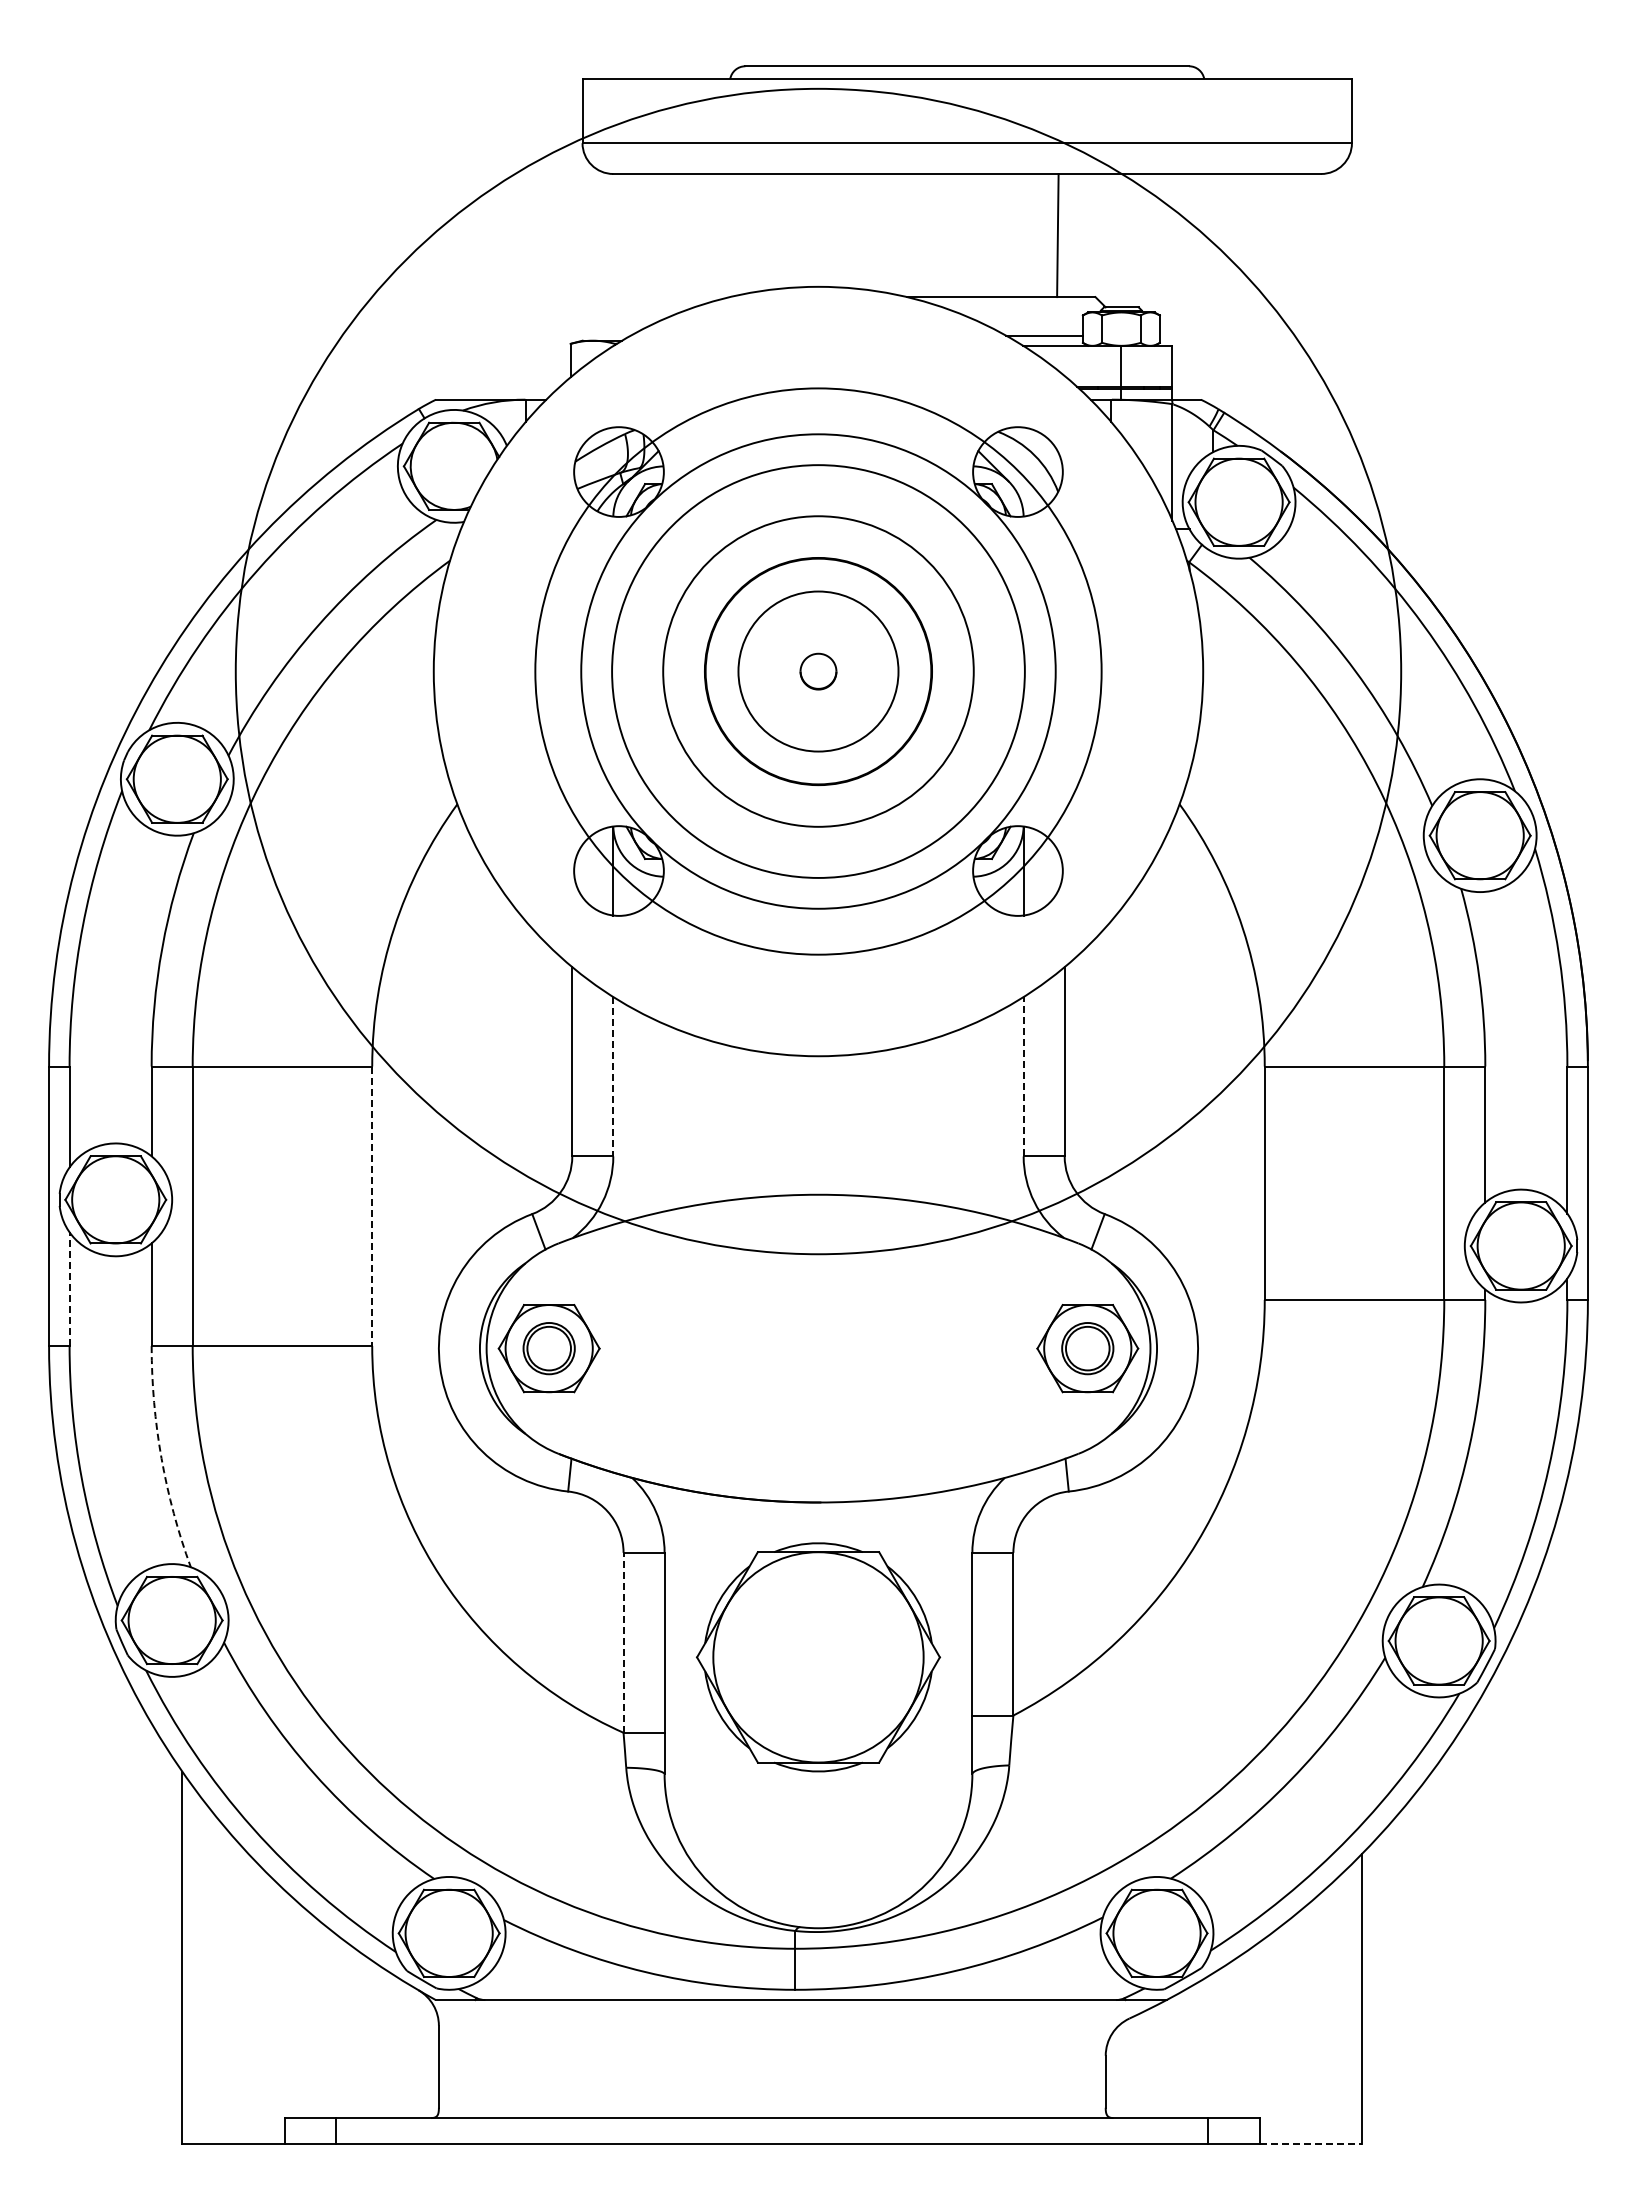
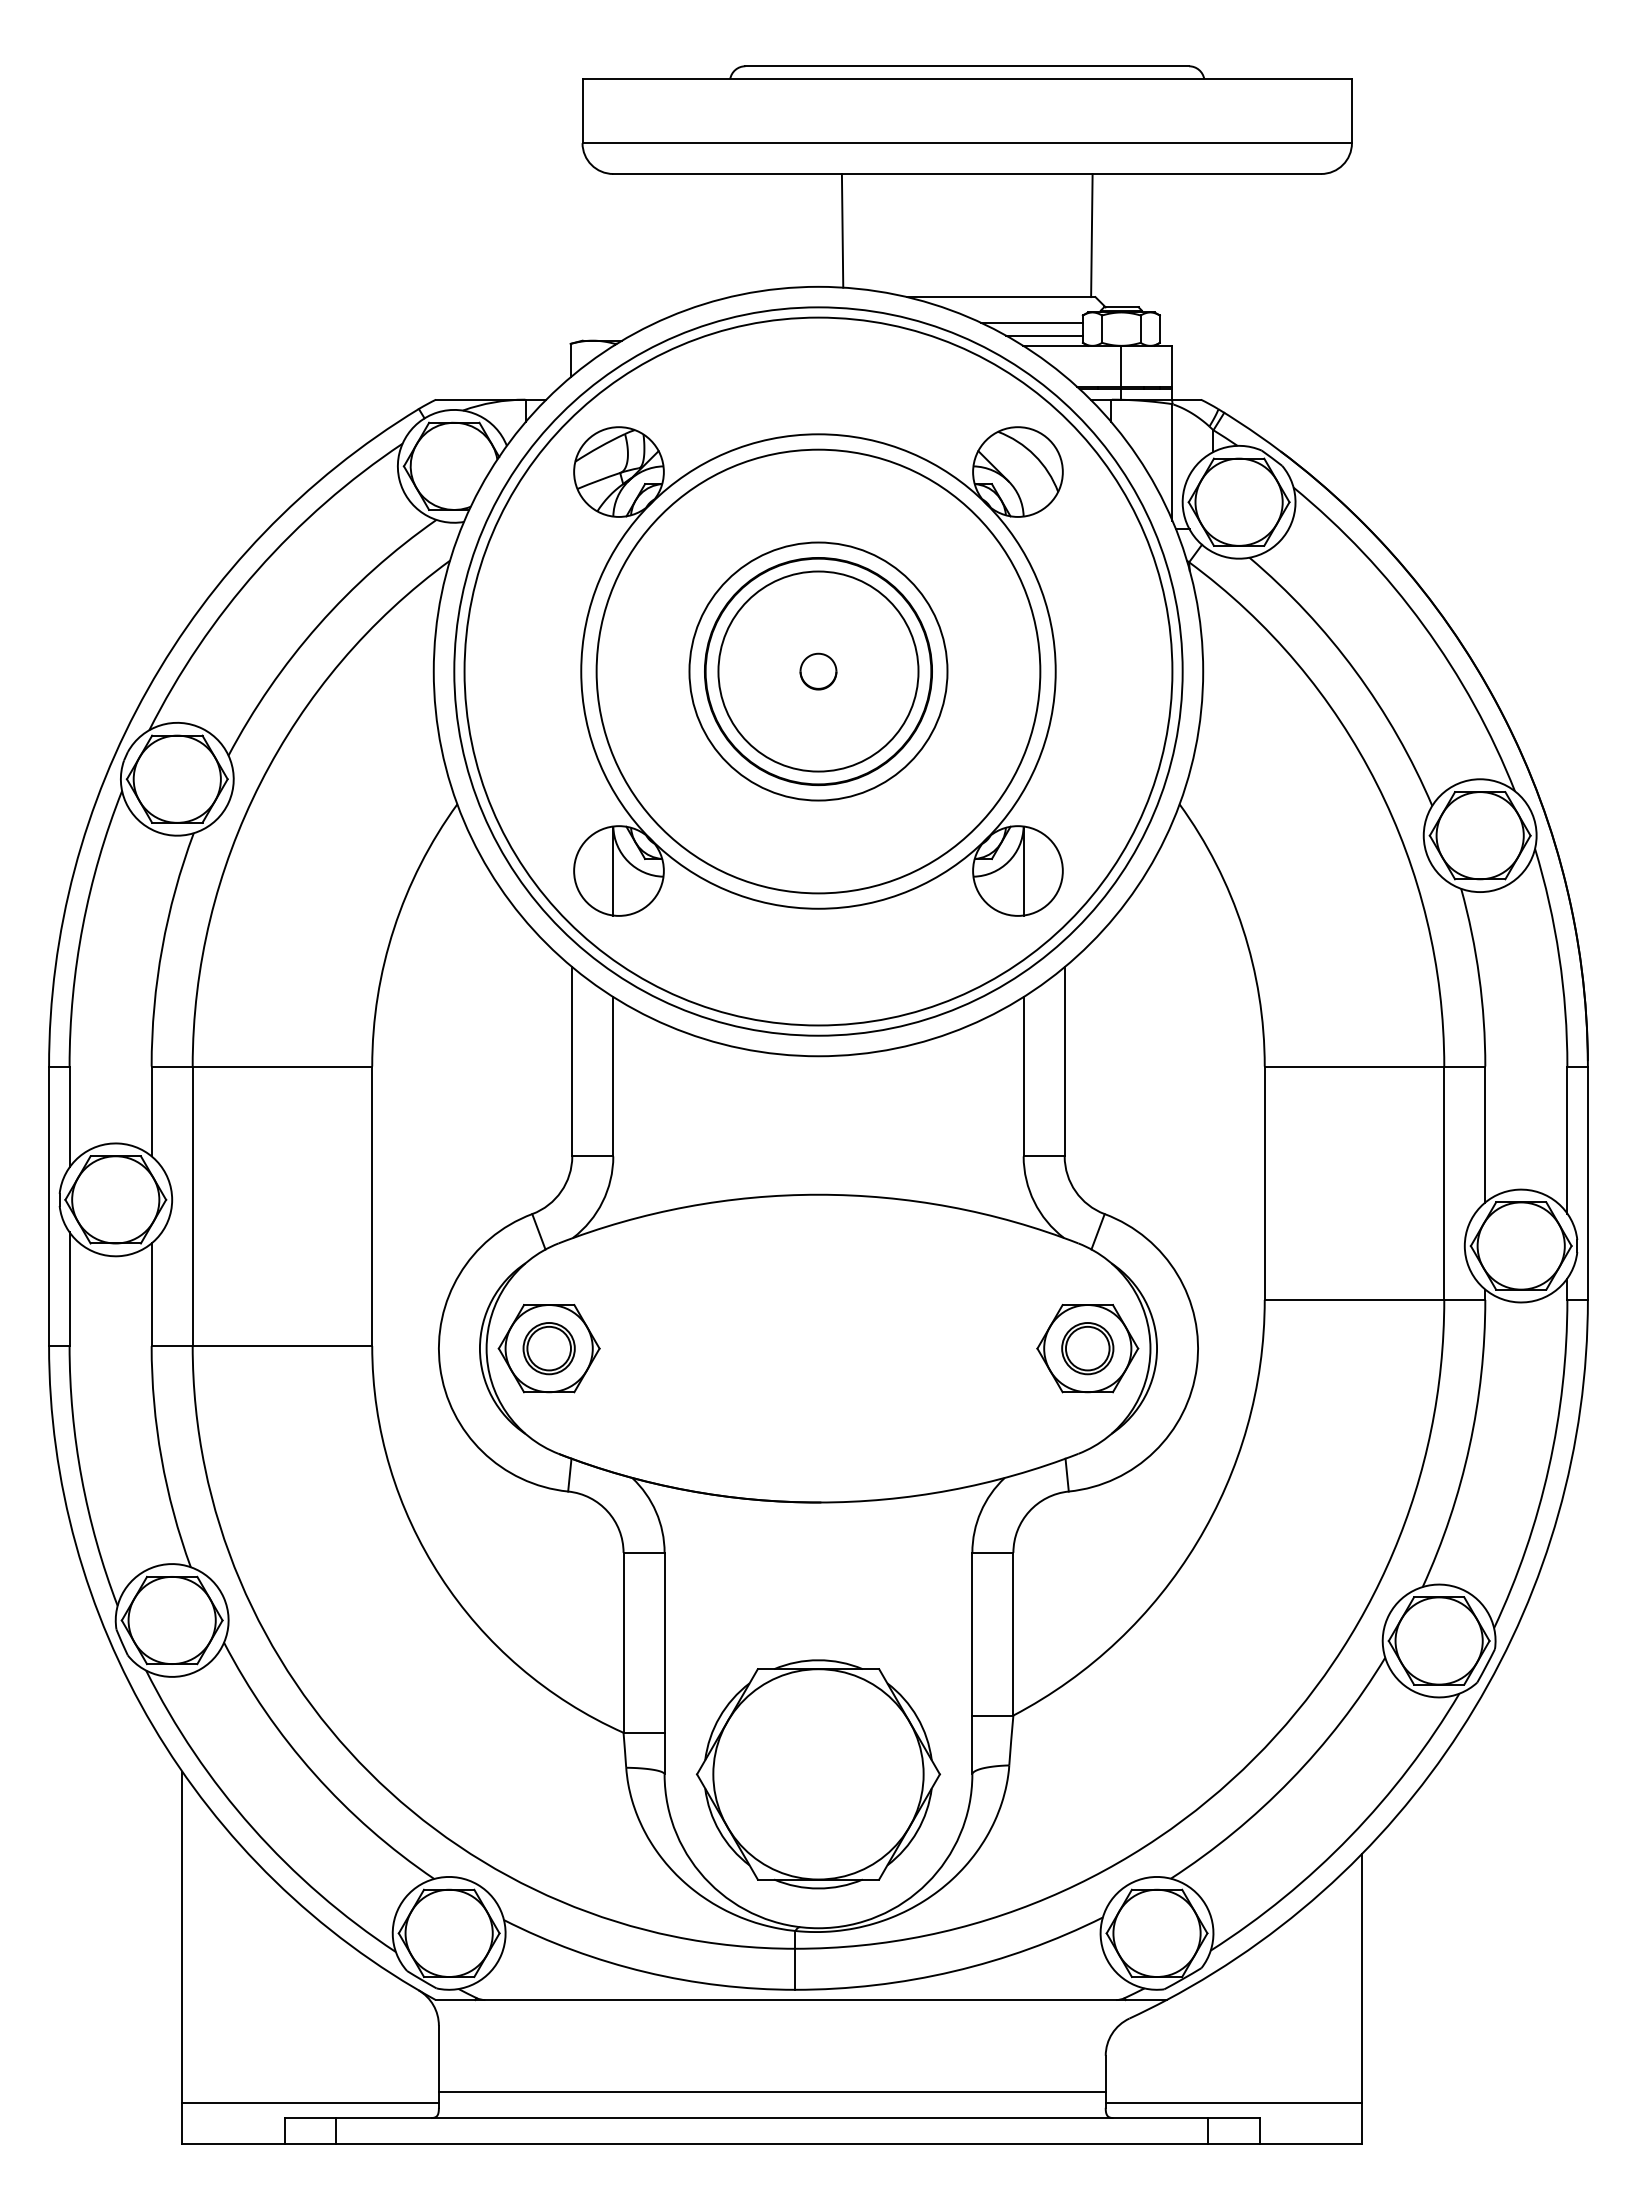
line at (842, 230): none -> present
line at (1057, 235) position: (1057, 235) -> (1091, 235)
line at (1031, 322): none -> present
circle at (818, 671) diameter: 1165 px -> 728 px
circle at (818, 671) diameter: 160 px -> 200 px
circle at (818, 671) diameter: 311 px -> 444 px
circle at (818, 671) diameter: 413 px -> 258 px
circle at (818, 671) diameter: 566 px -> 708 px
line at (613, 1076): dashed -> solid
line at (1023, 1076): dashed -> solid
line at (372, 1206): dashed -> solid
line at (69, 1289): dashed -> solid
arc at (161, 1458): dashed -> solid
line at (623, 1642): dashed -> solid
part at (818, 1657) position: (818, 1657) -> (818, 1774)
line at (771, 2092): none -> present
line at (310, 2102): none -> present
line at (1233, 2102): none -> present
line at (1311, 2143): dashed -> solid
